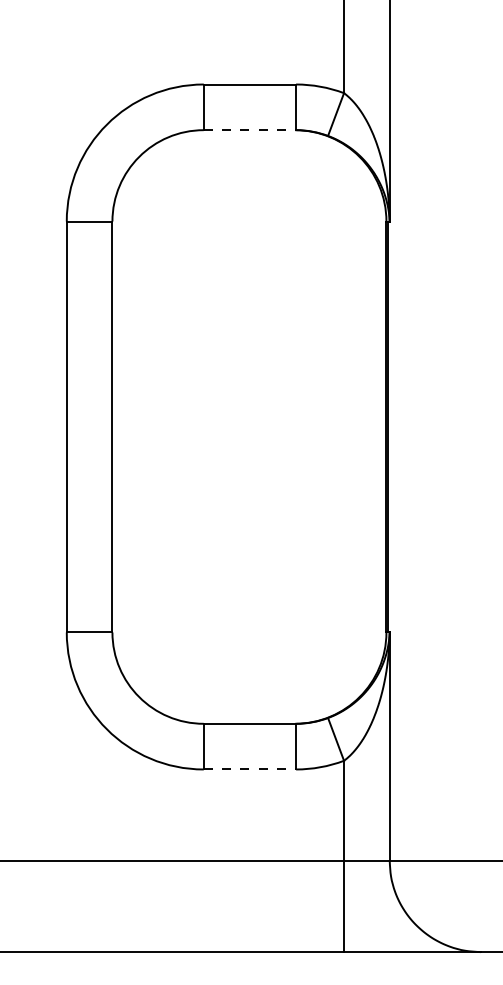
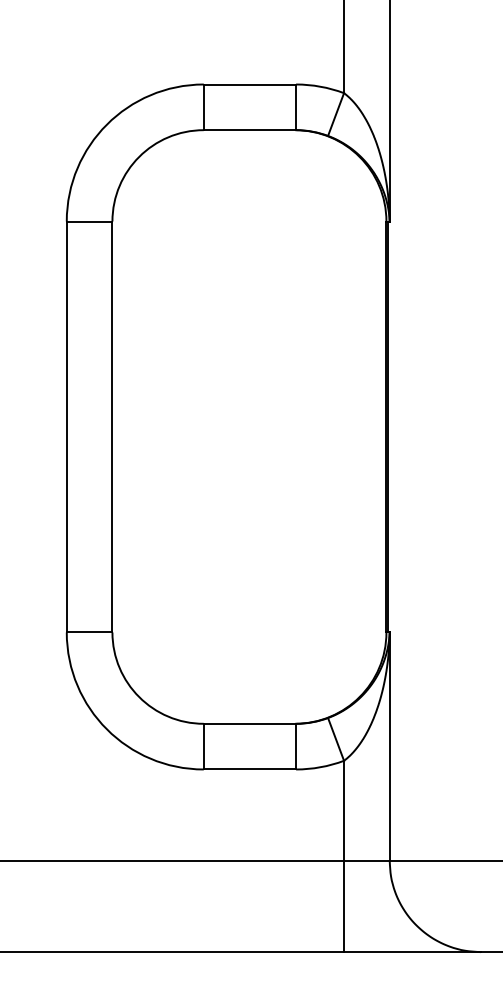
line at (250, 130): dashed -> solid
line at (250, 769): dashed -> solid
